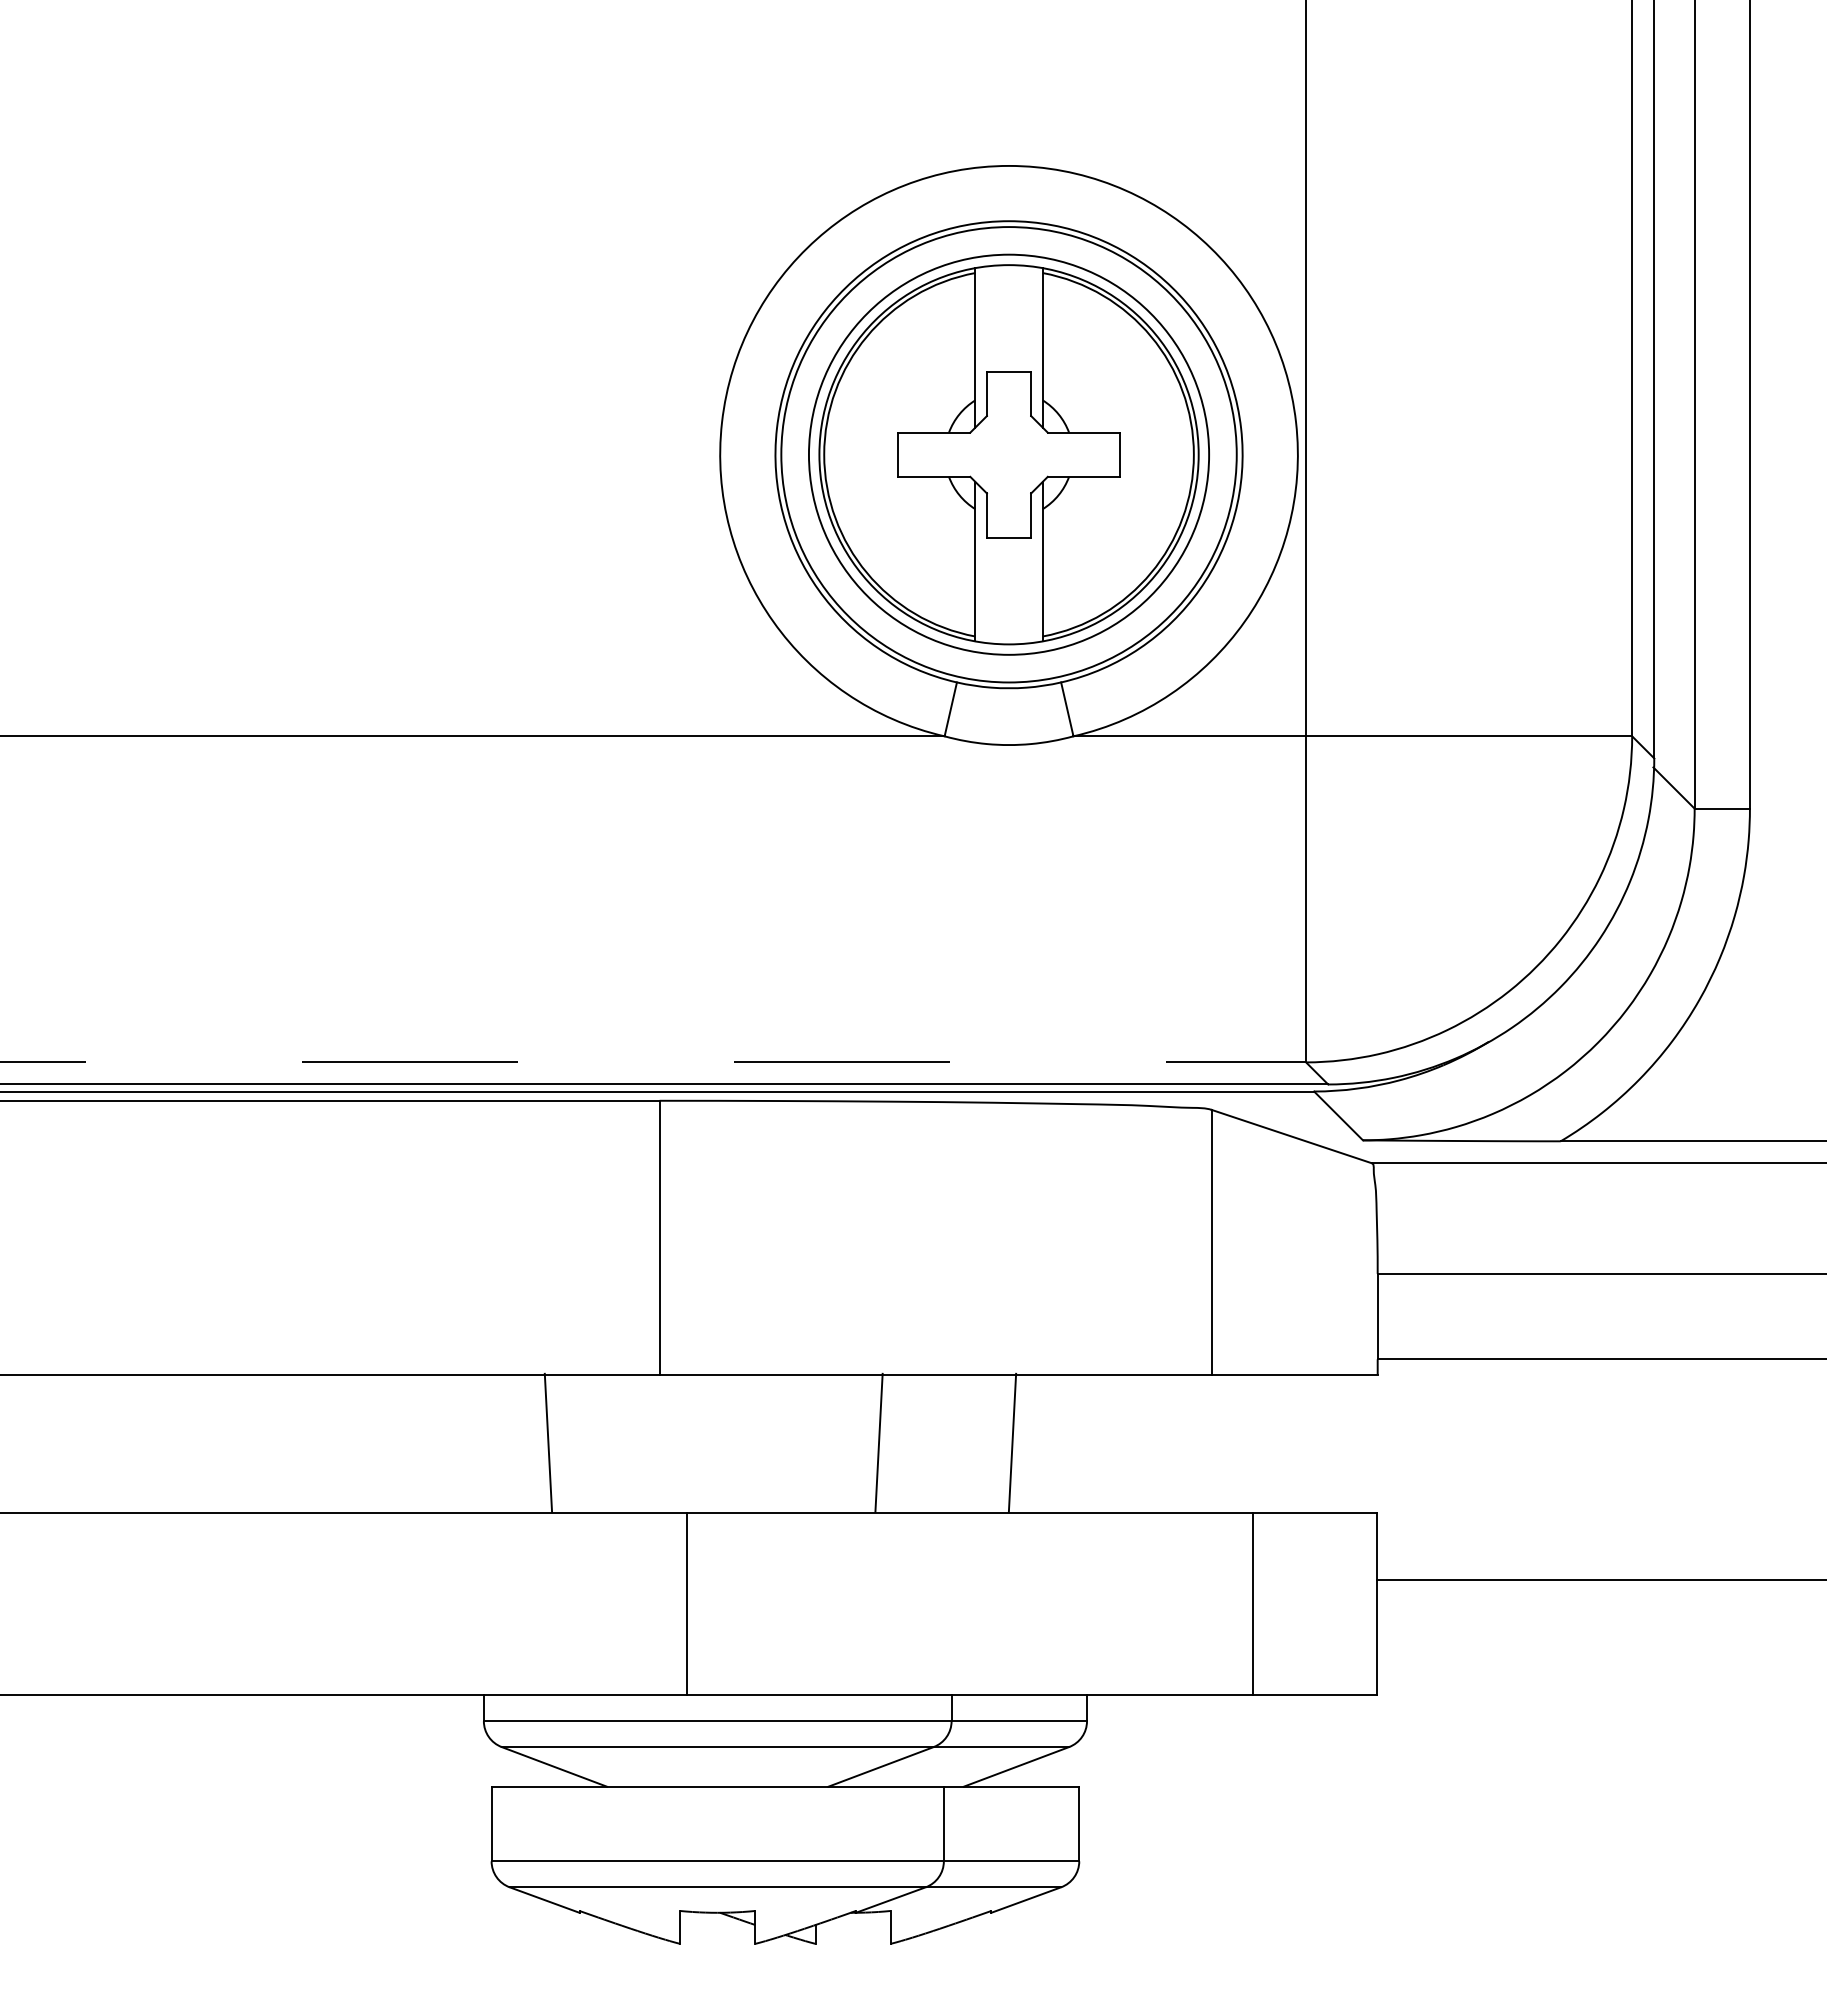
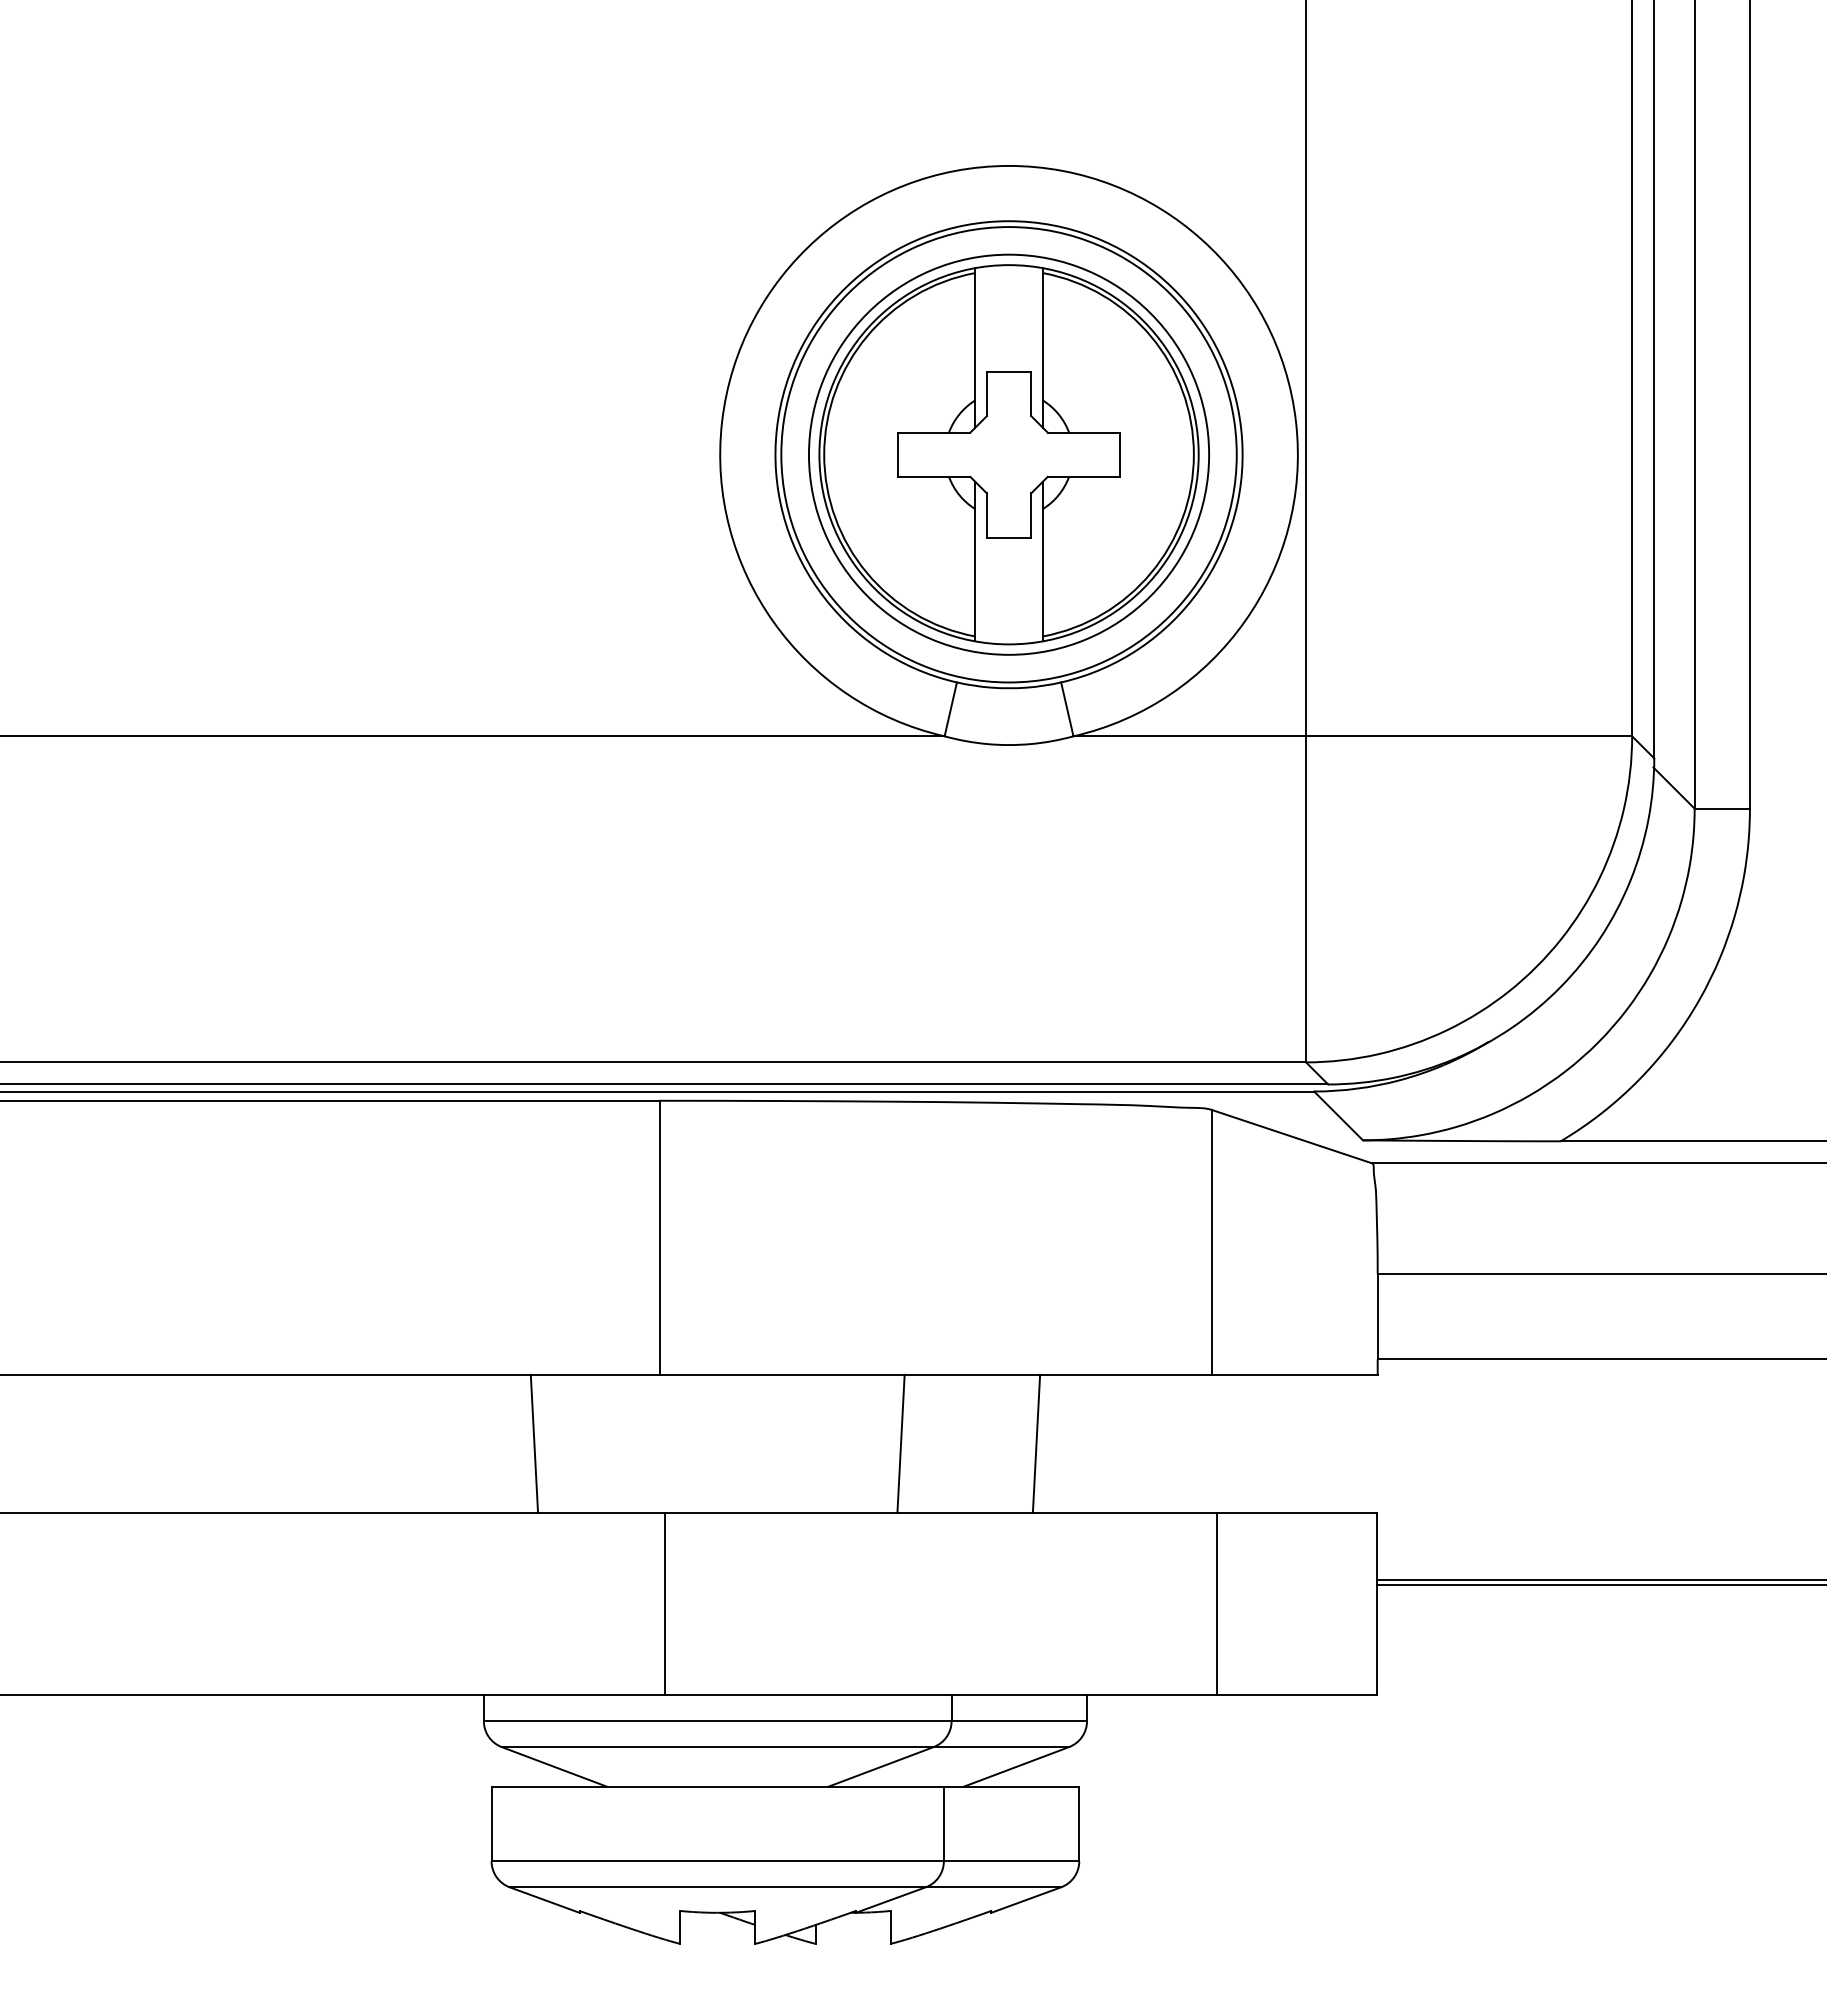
line at (653, 1062): dashed -> solid
line at (548, 1442) position: (548, 1442) -> (534, 1443)
line at (878, 1442) position: (878, 1442) -> (900, 1443)
line at (1012, 1442) position: (1012, 1442) -> (1036, 1443)
line at (1600, 1584): none -> present
line at (687, 1604) position: (687, 1604) -> (665, 1604)
line at (1253, 1604) position: (1253, 1604) -> (1217, 1604)
